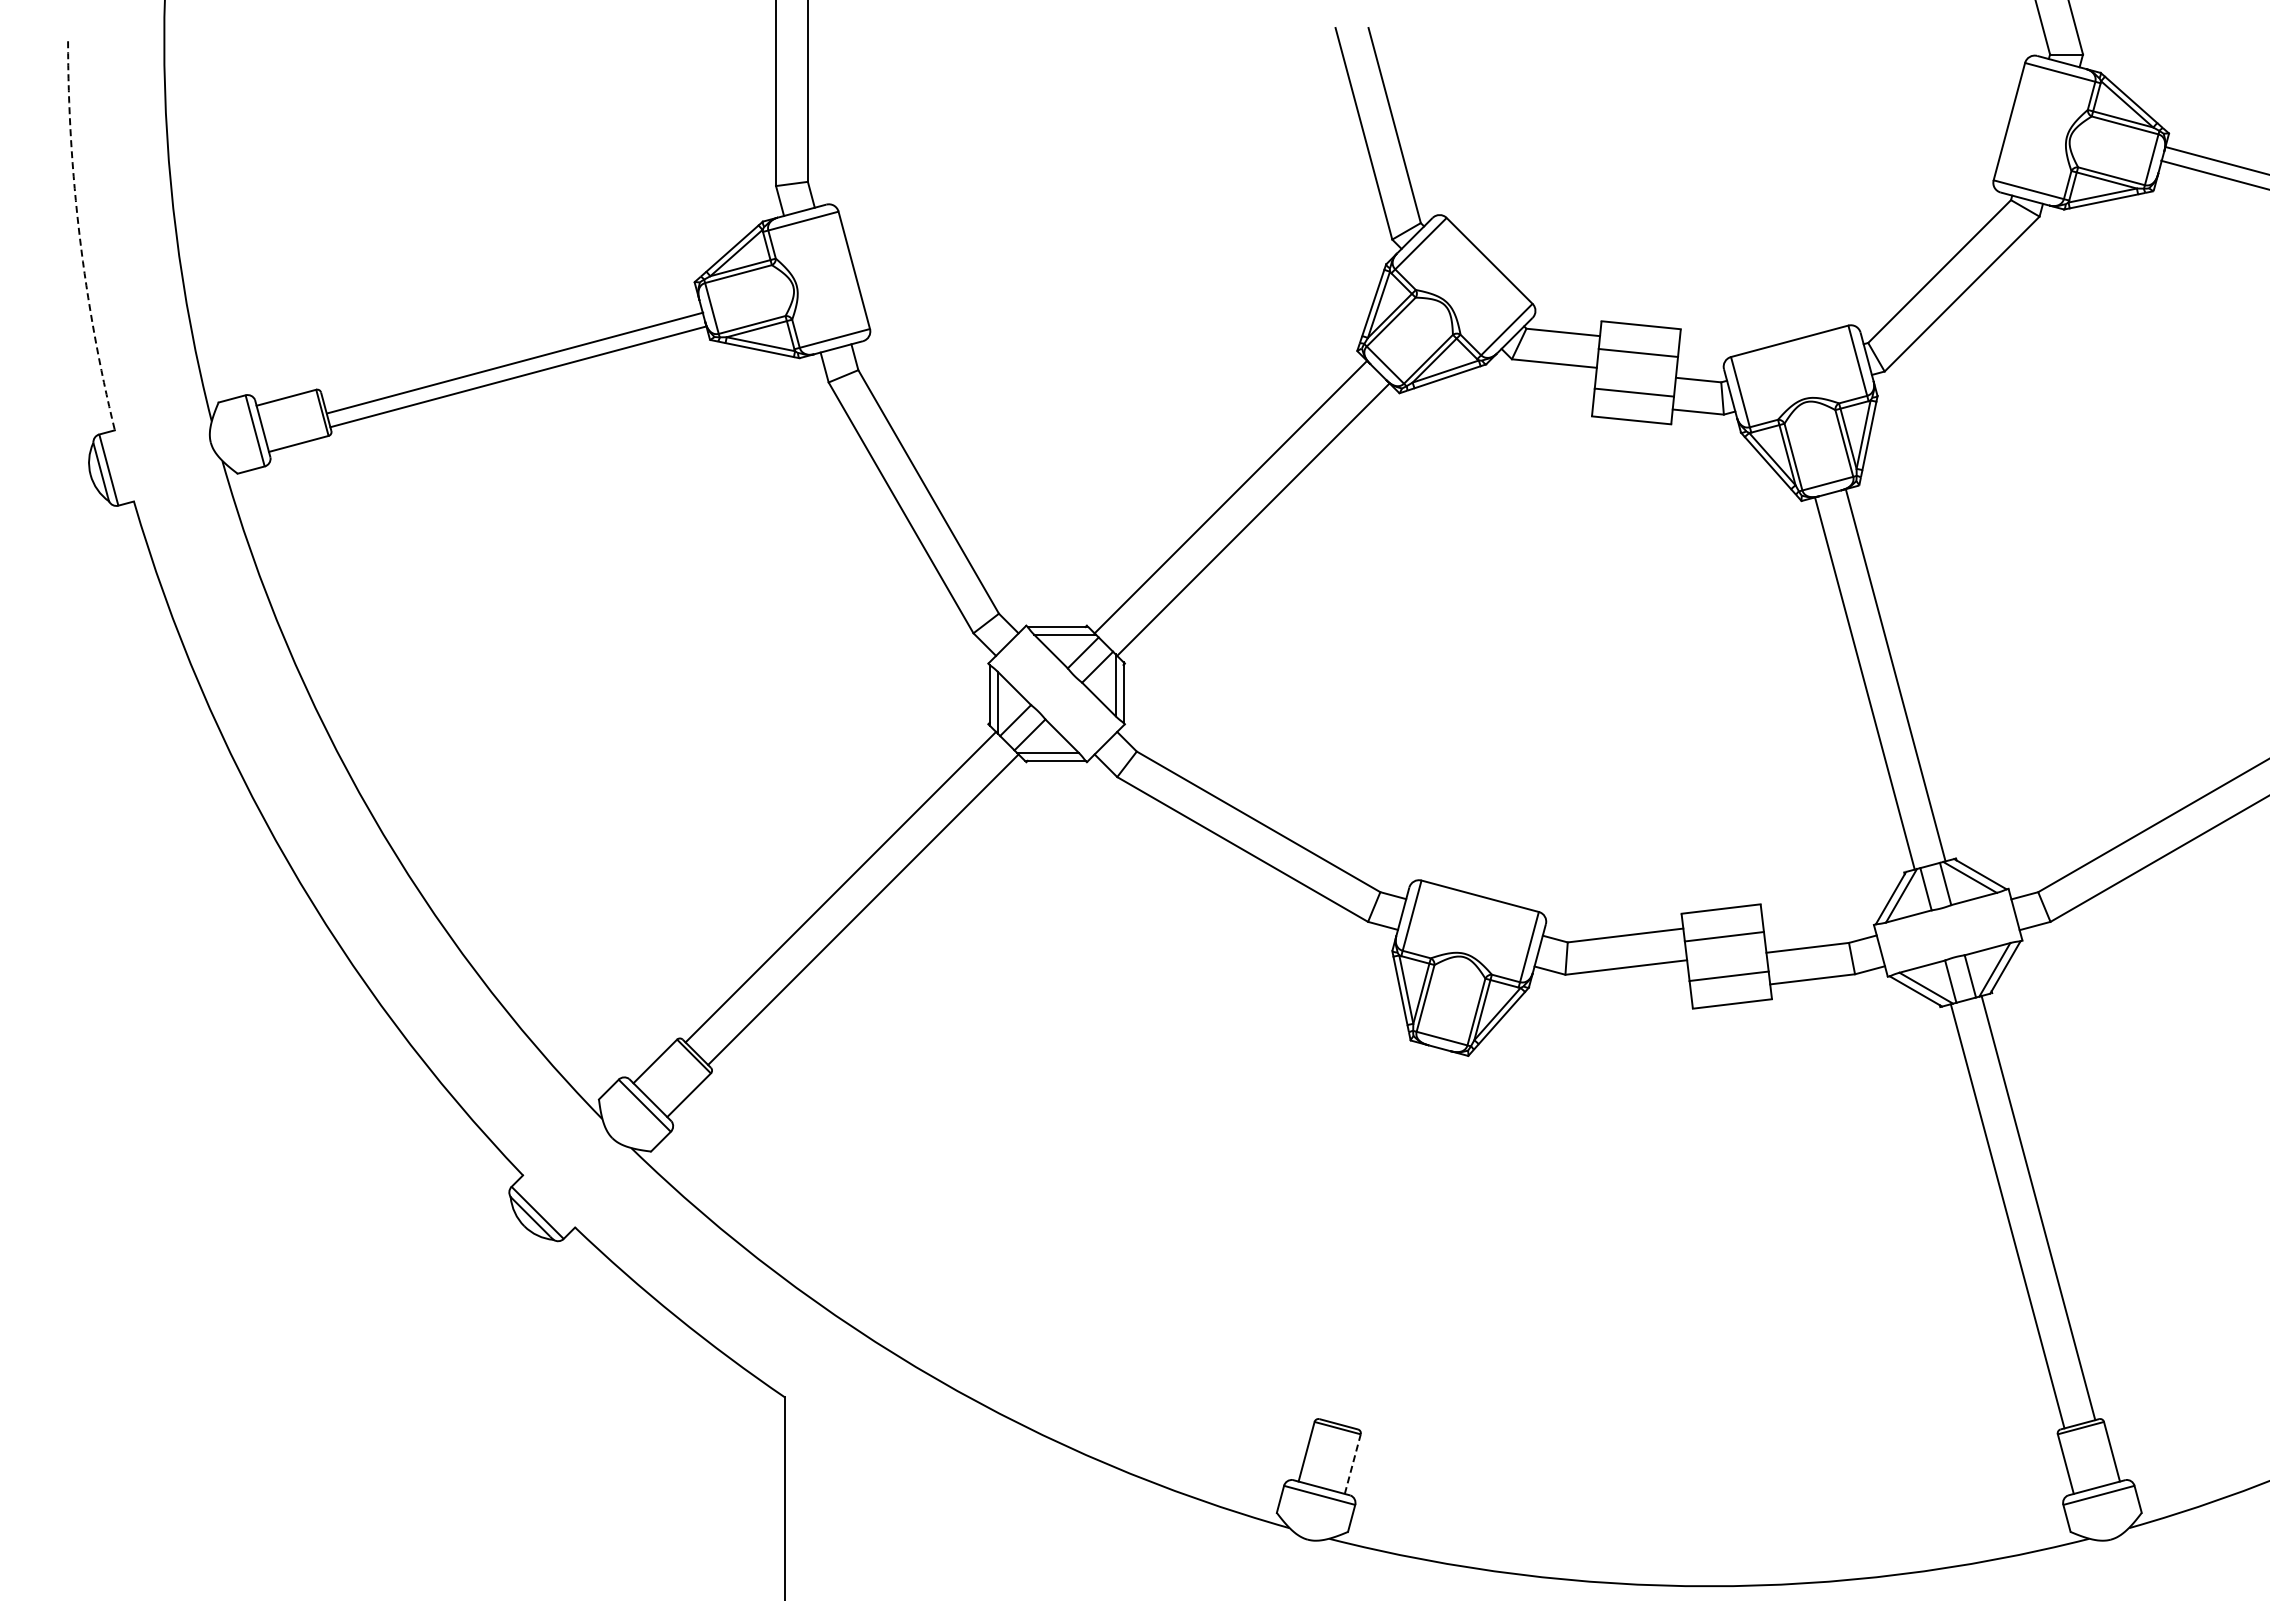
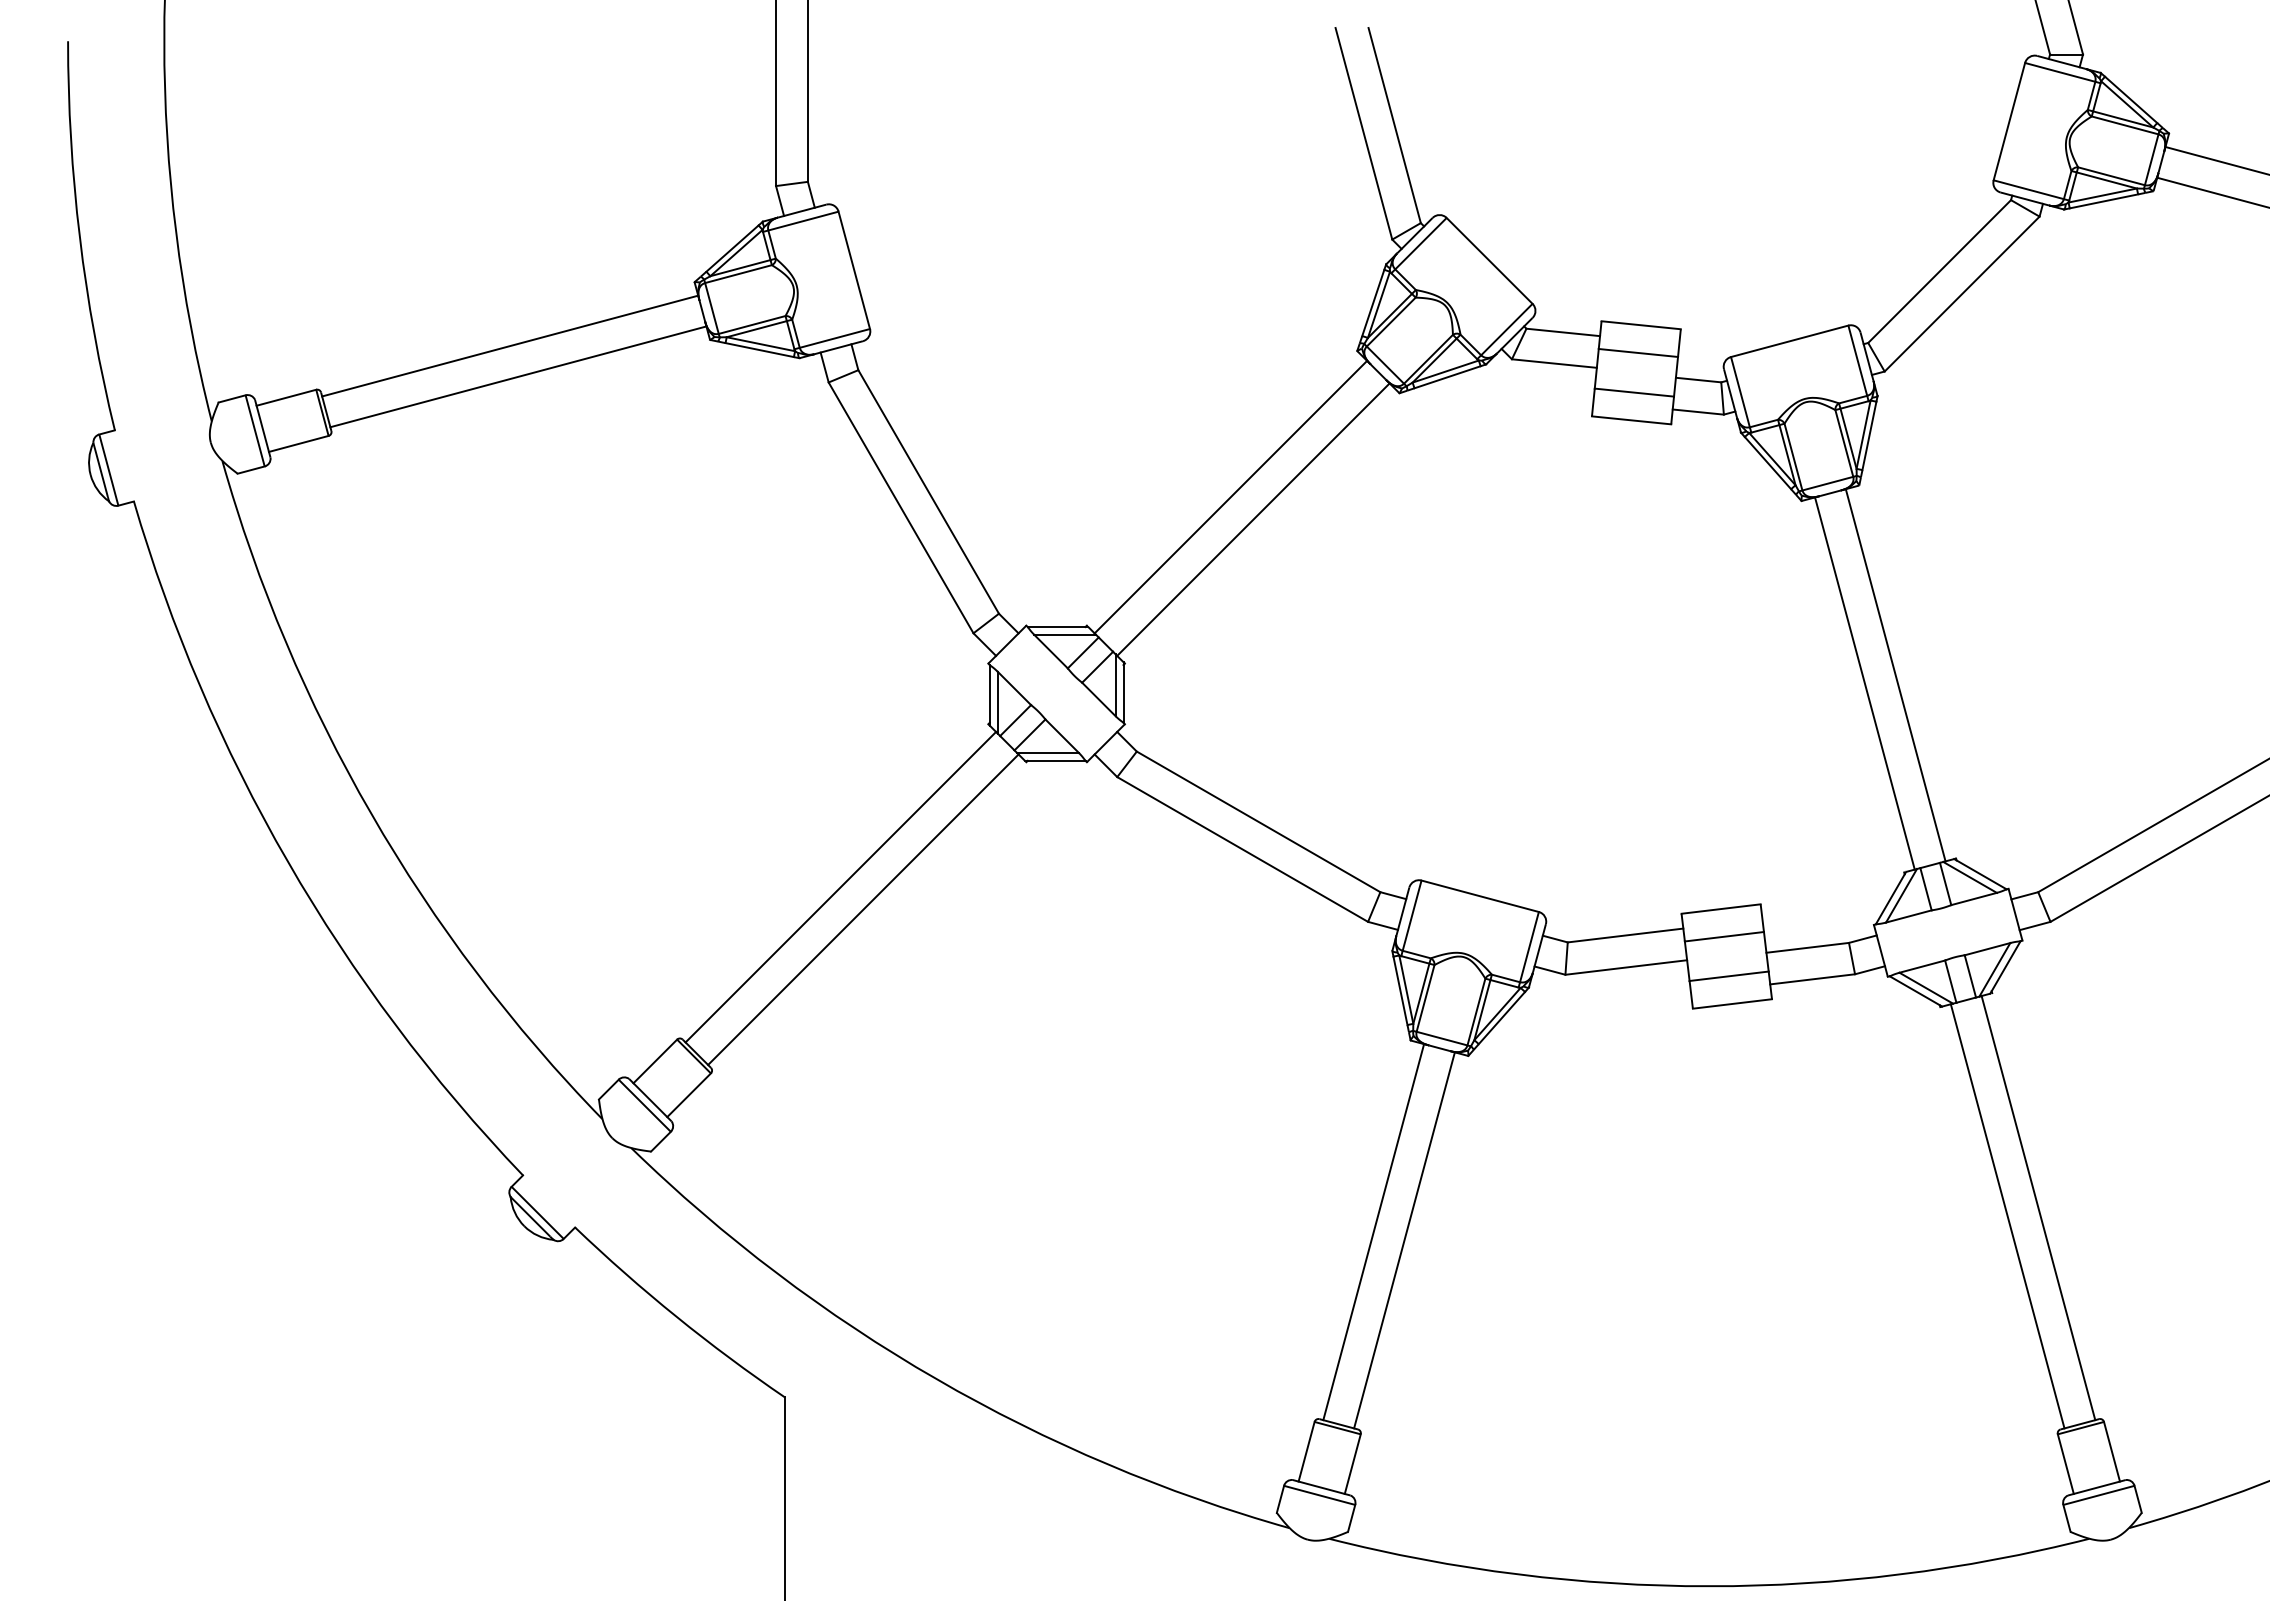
line at (2213, 174) position: (2213, 174) -> (2211, 192)
arc at (79, 237): dashed -> solid
line at (515, 362) position: (515, 362) -> (510, 345)
line at (1373, 1232): none -> present
line at (1404, 1240): none -> present
line at (1352, 1464): dashed -> solid
